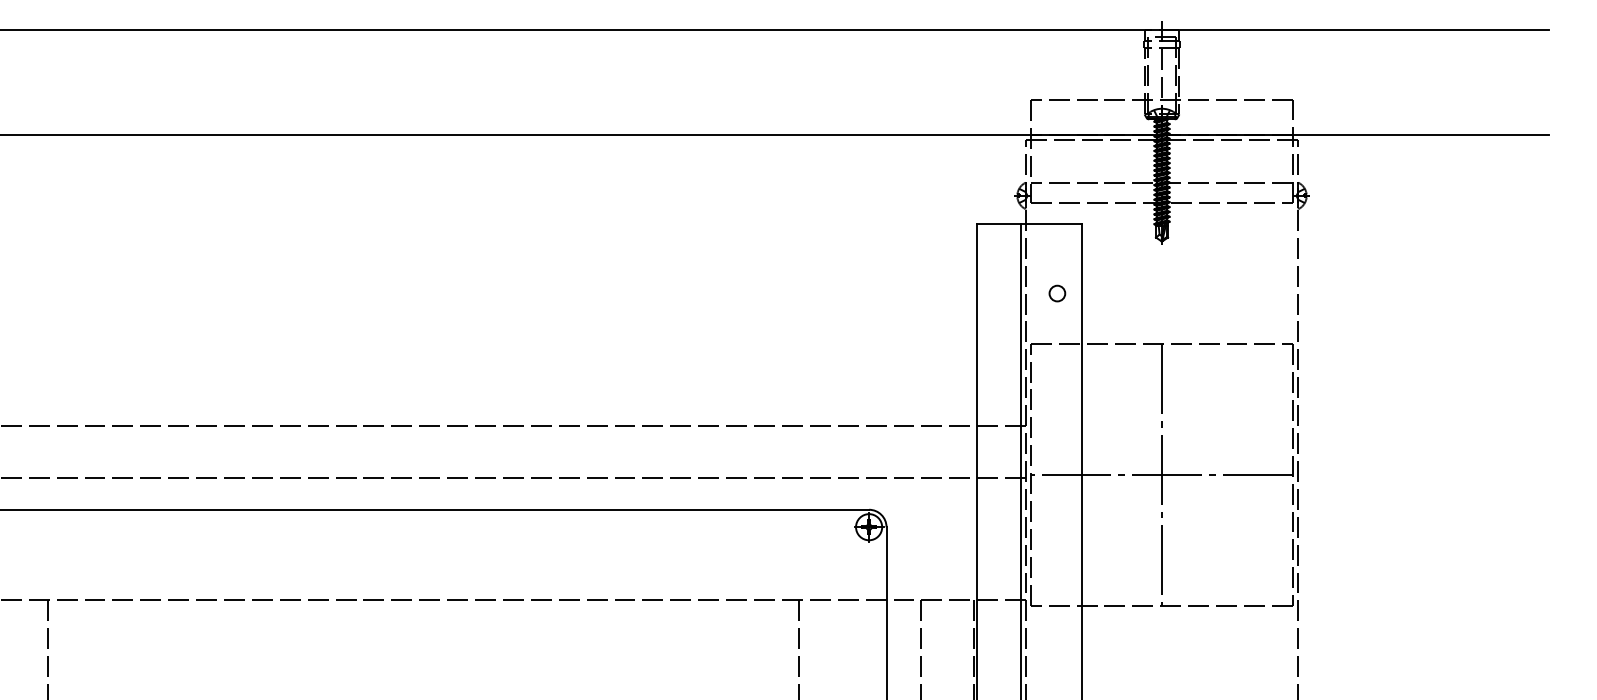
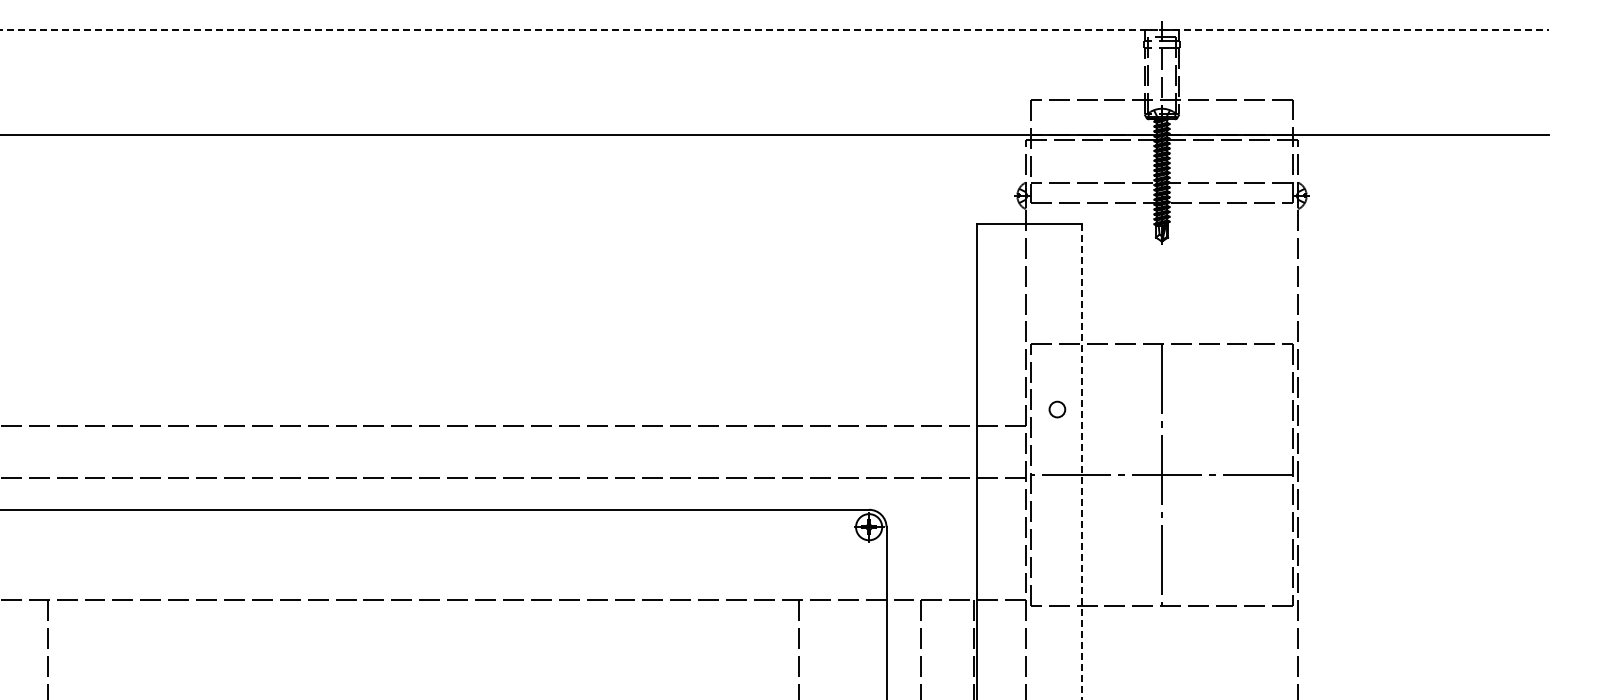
line at (775, 30): solid -> dashed
circle at (1057, 293) position: (1057, 293) -> (1057, 409)
line at (1020, 459): present -> none
line at (1081, 461): solid -> dashed
